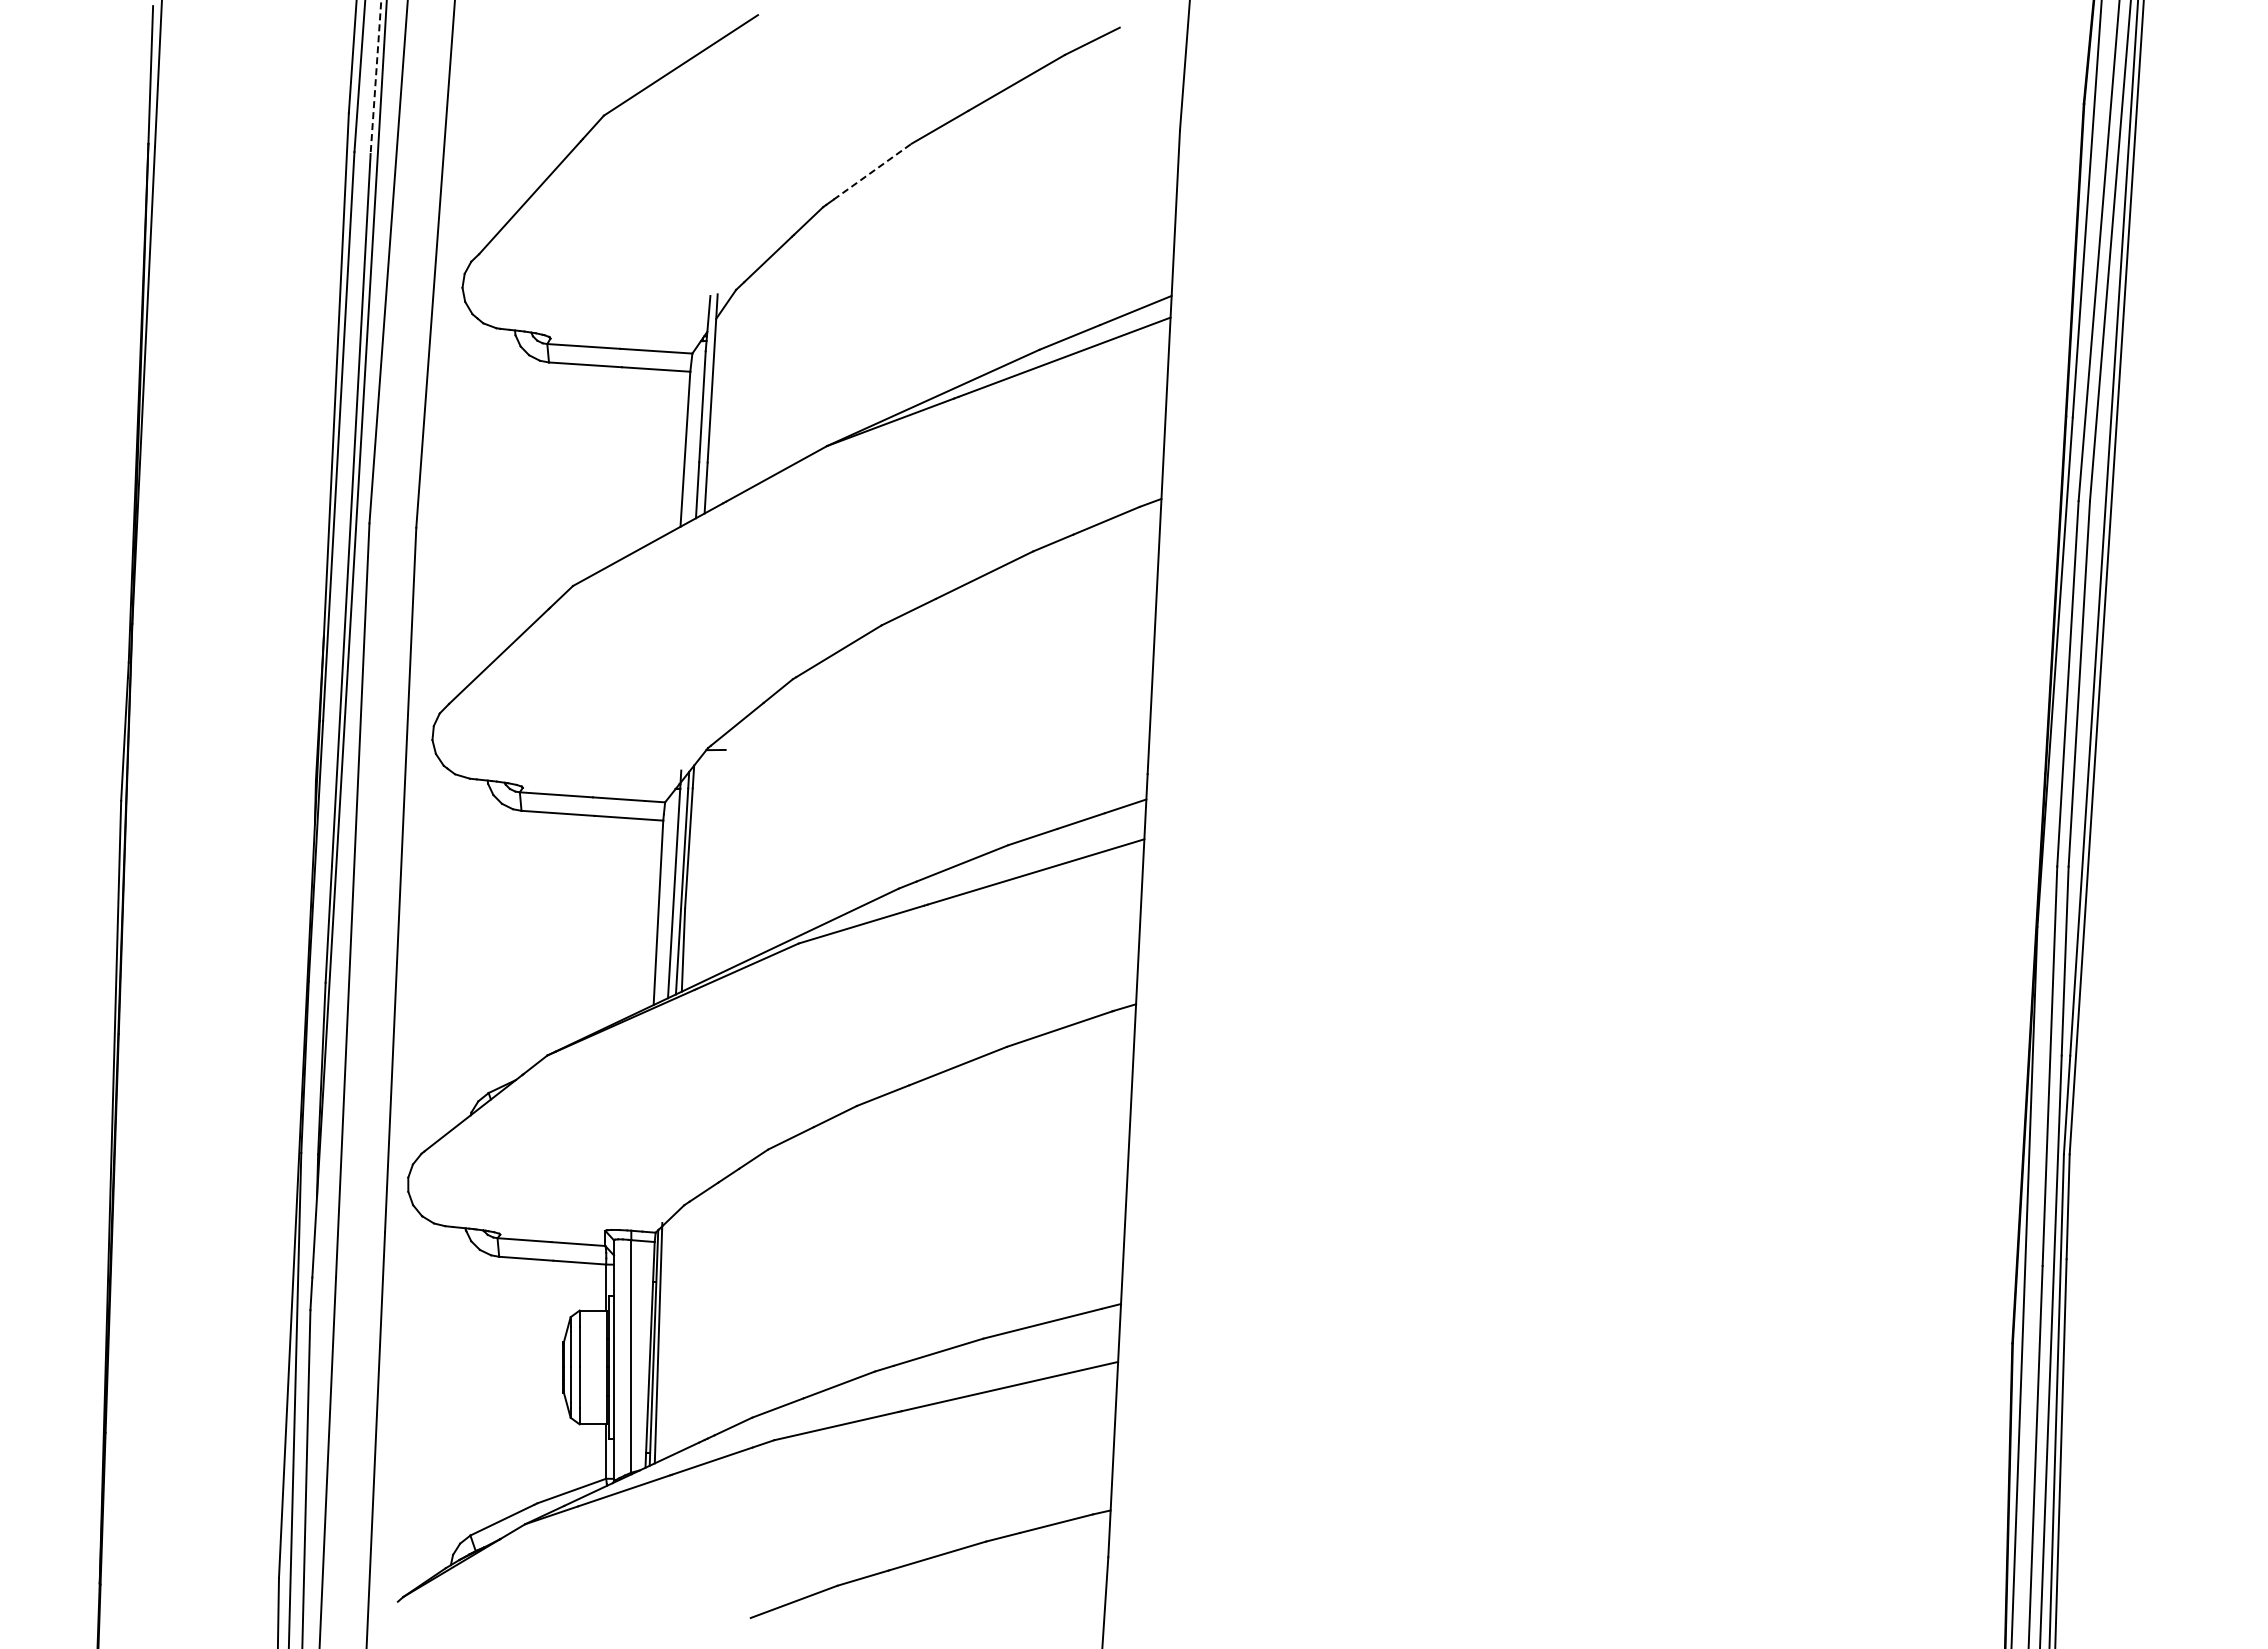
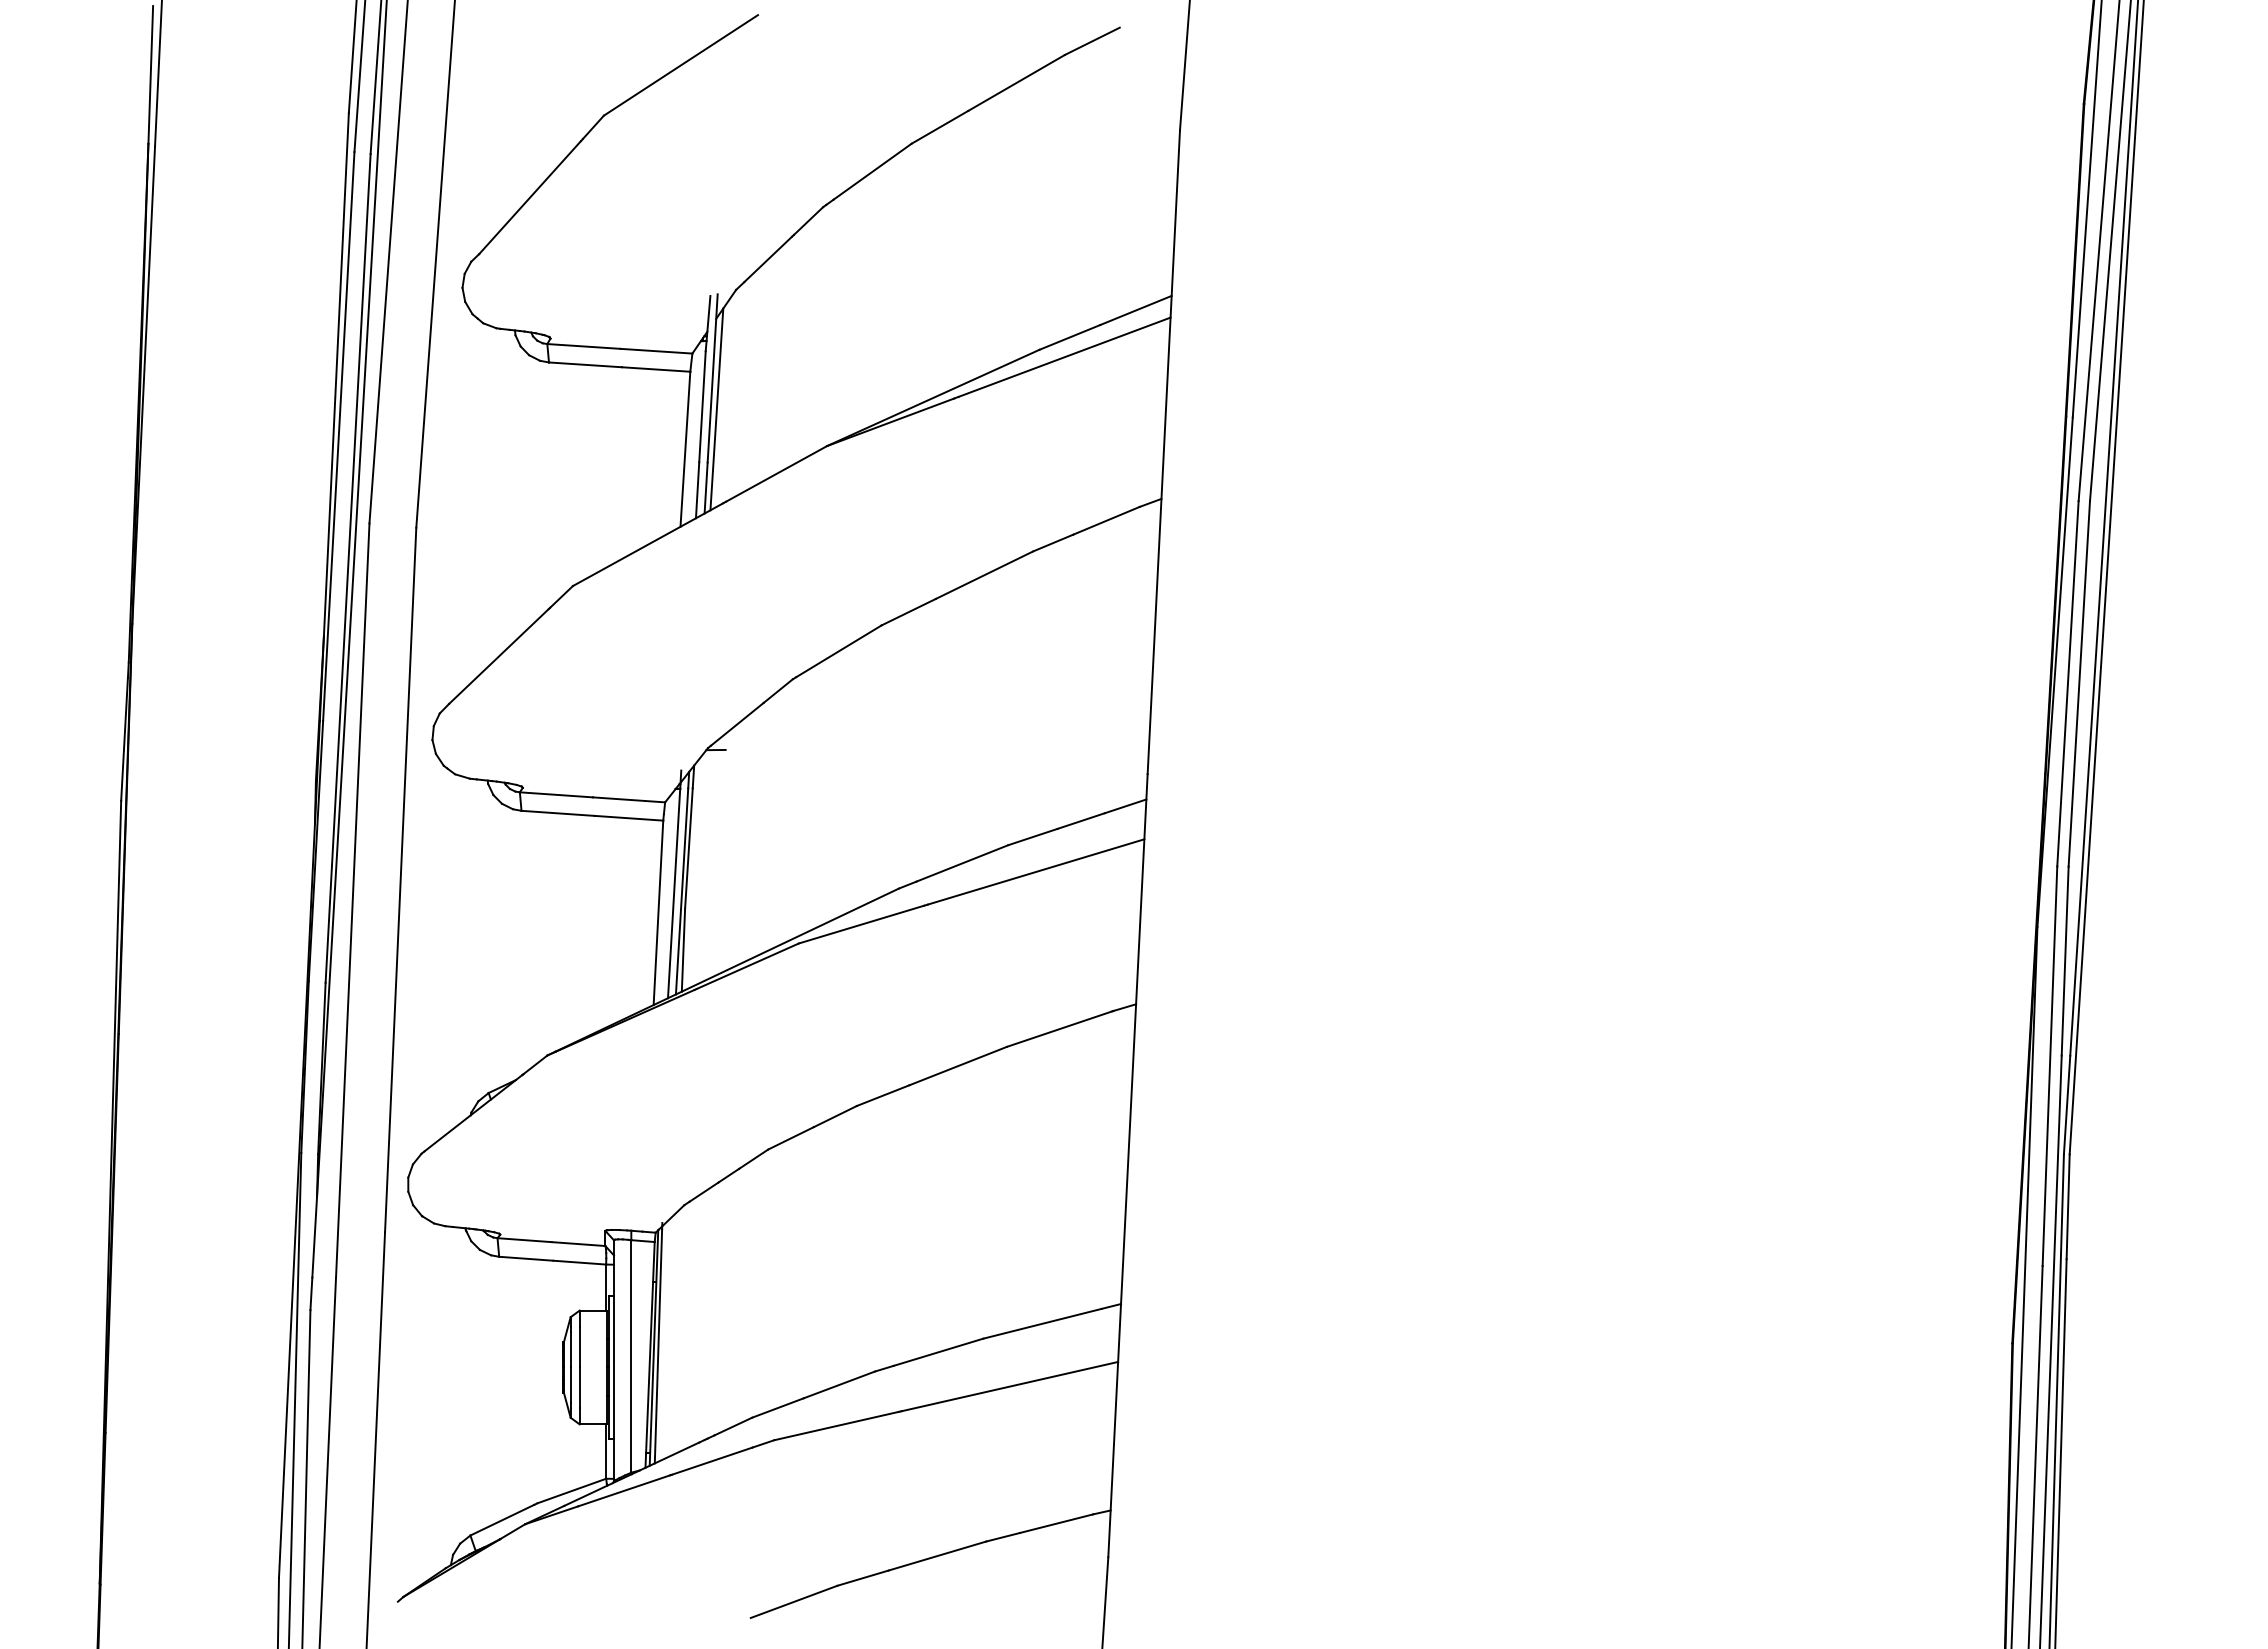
line at (375, 77): dashed -> solid
line at (873, 171): dashed -> solid
line at (716, 409): none -> present
